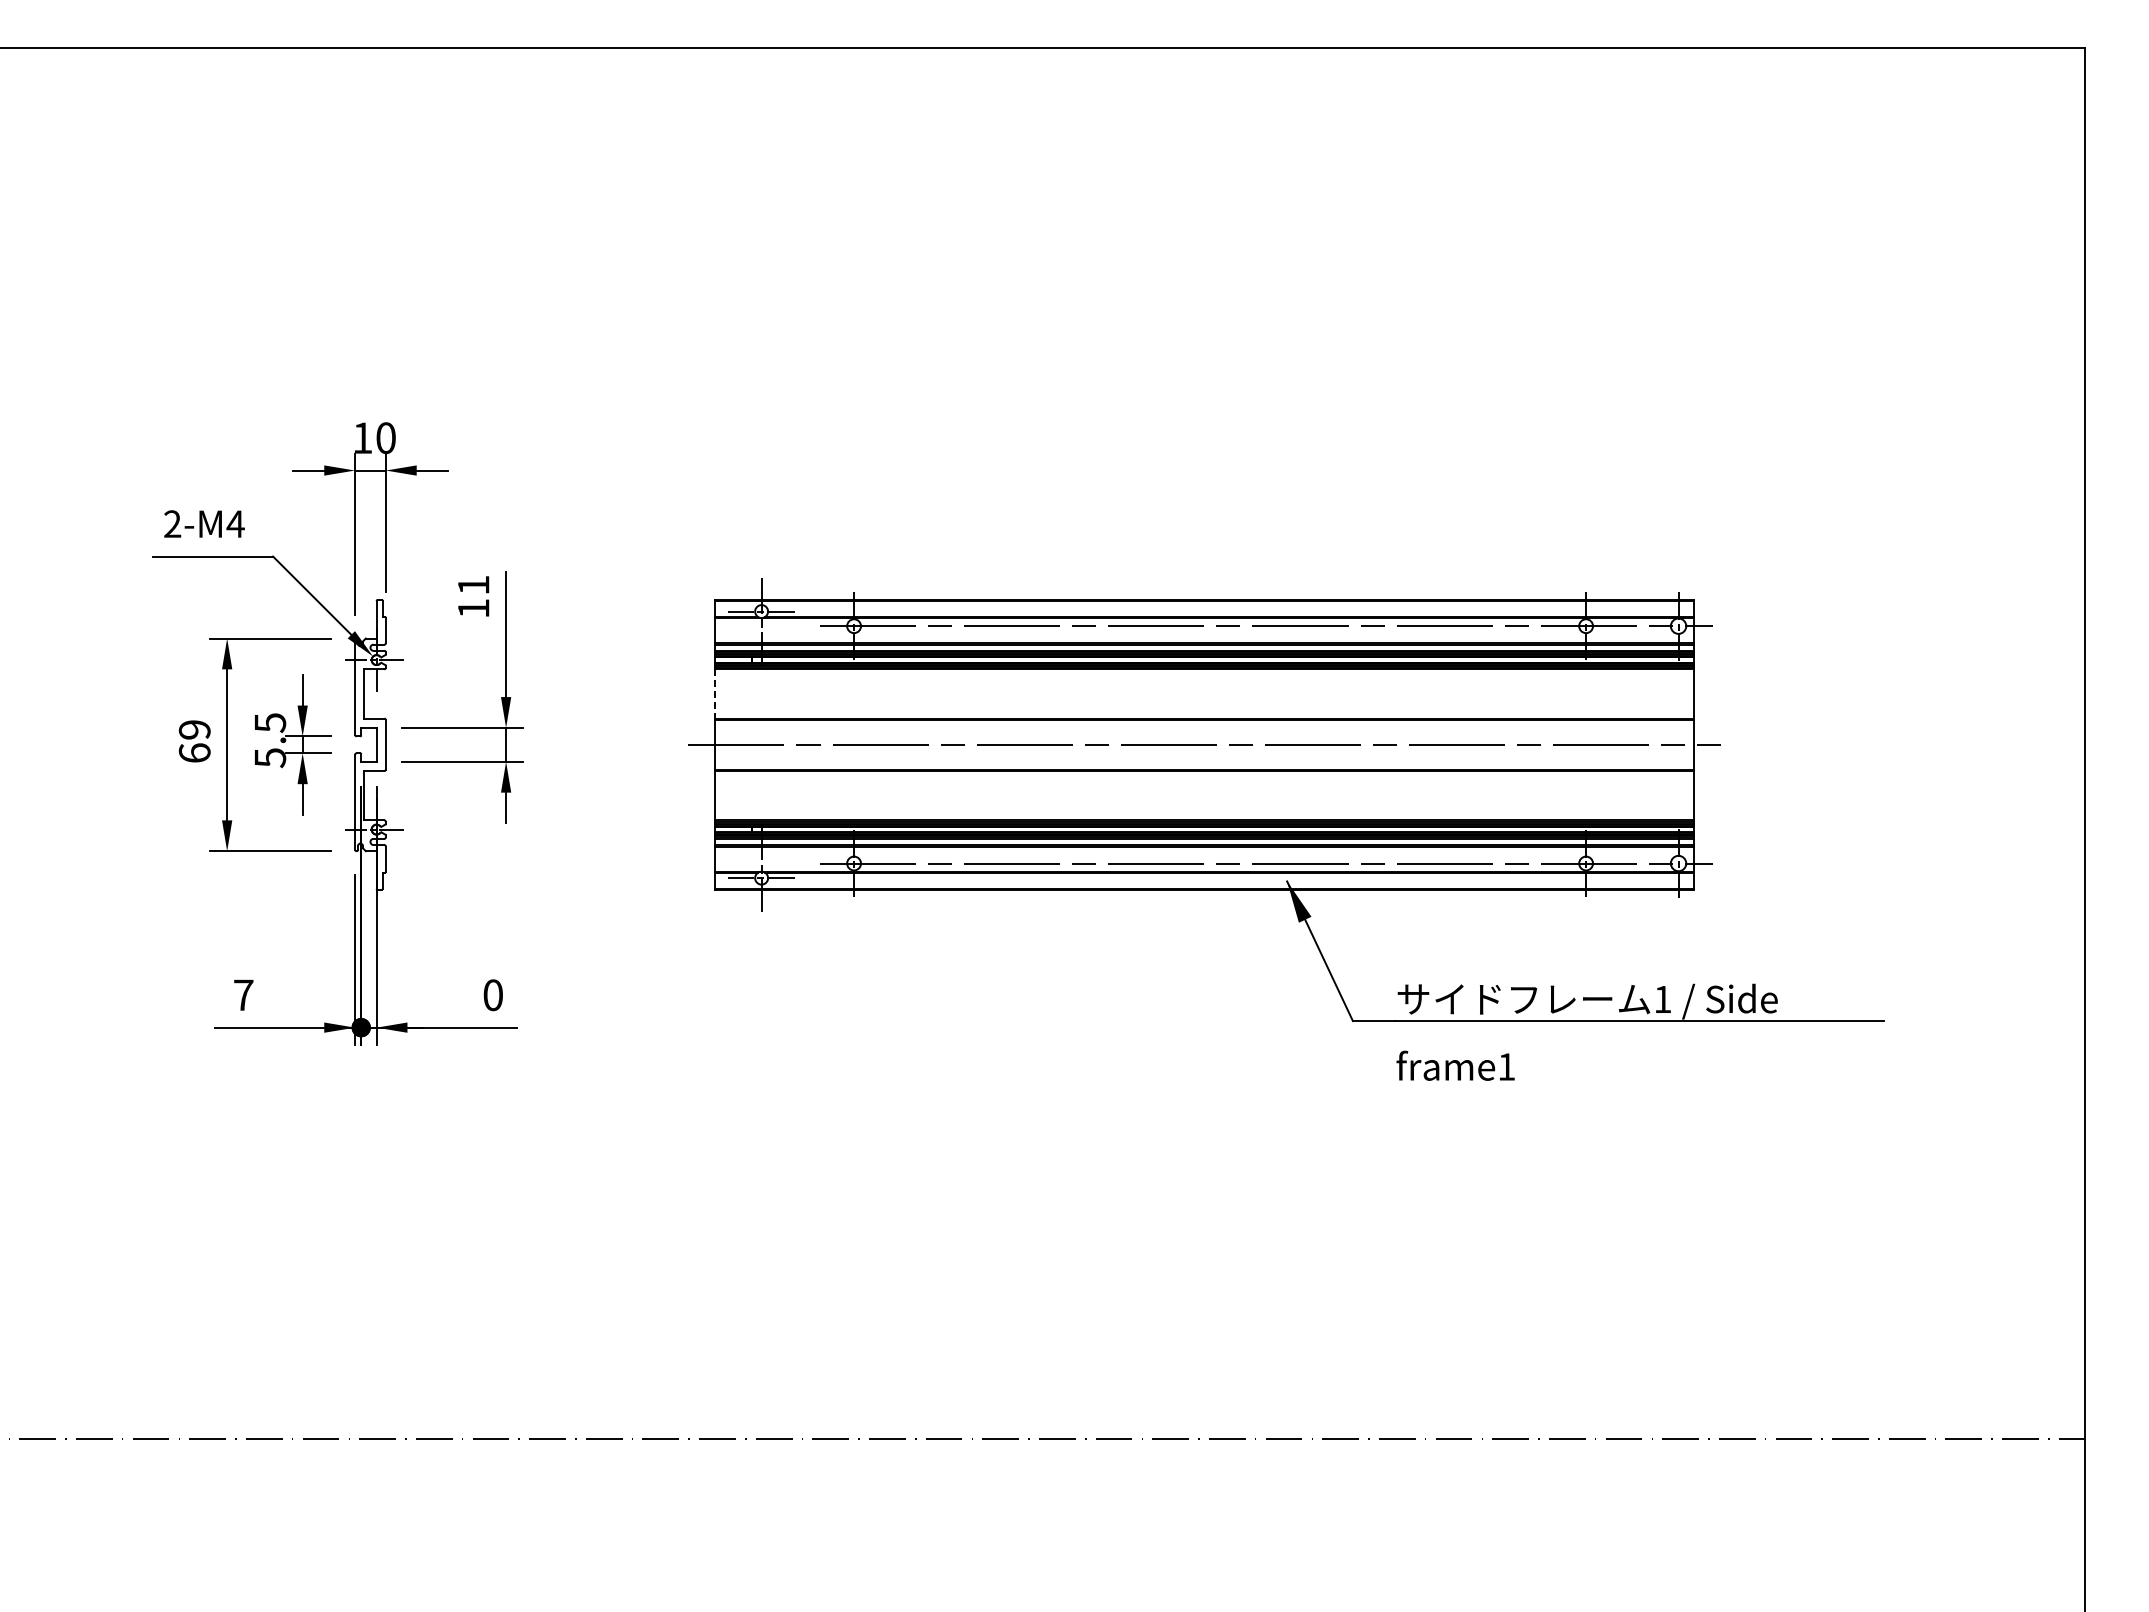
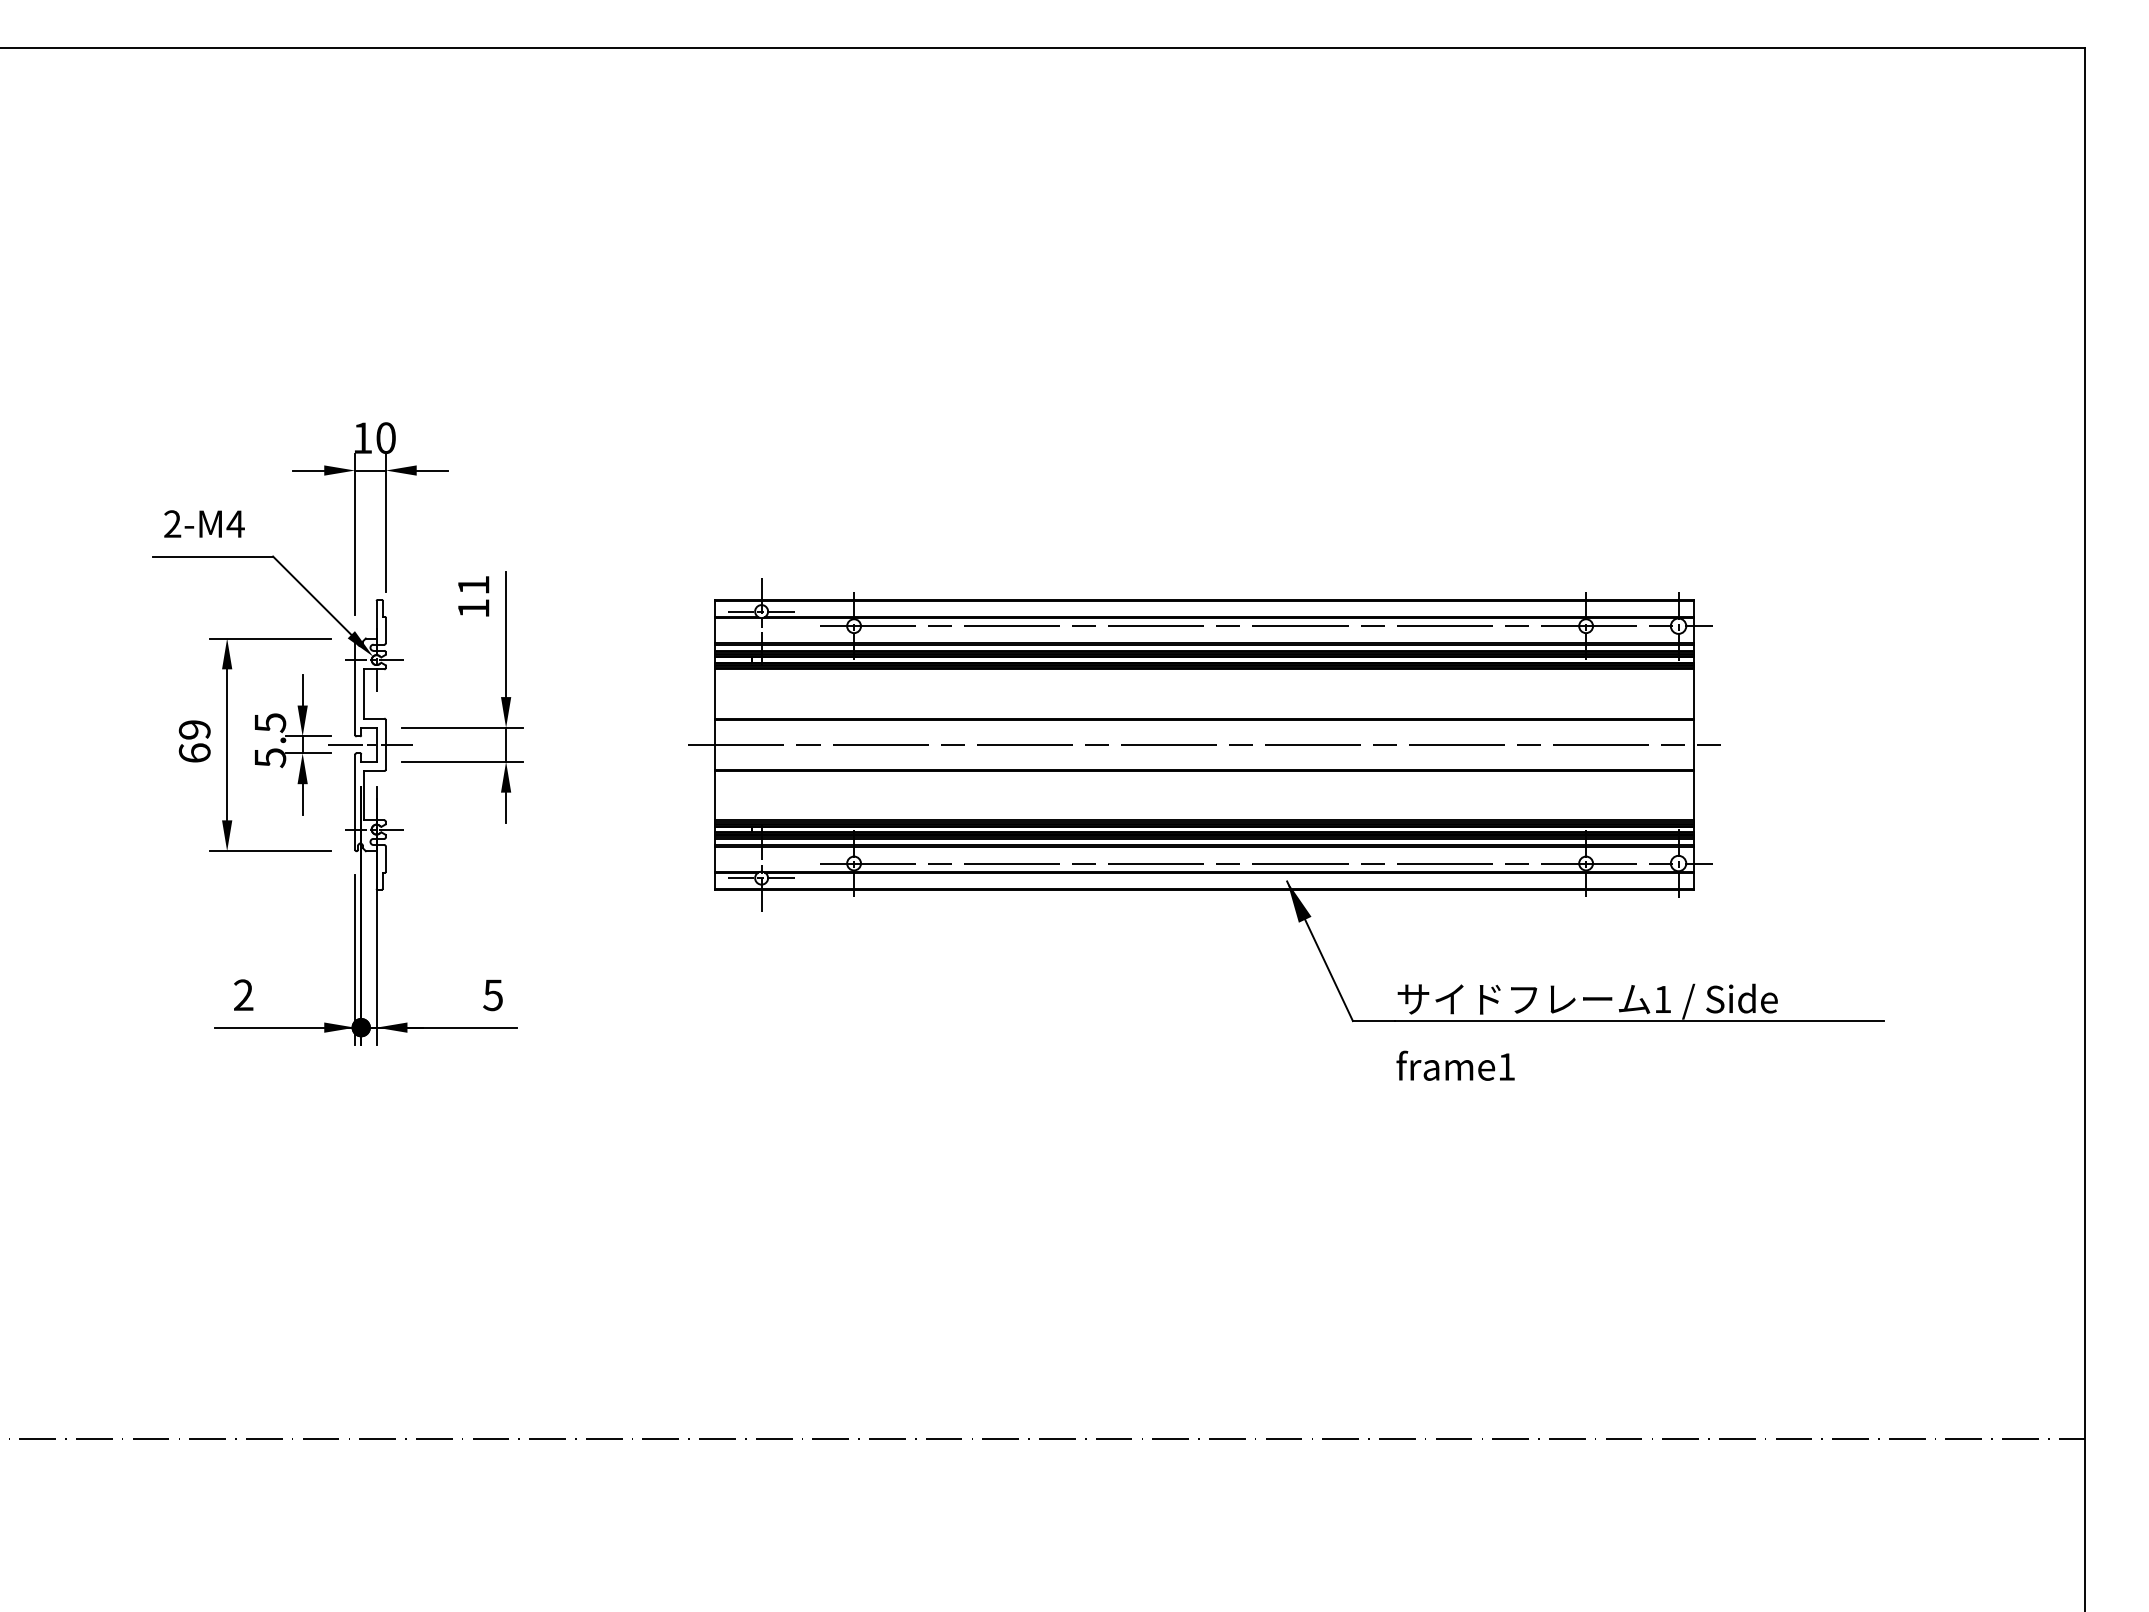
line at (715, 694): dashed -> solid
line at (370, 744): none -> present
text at (243, 994): 7 -> 2
text at (492, 995): 0 -> 5
